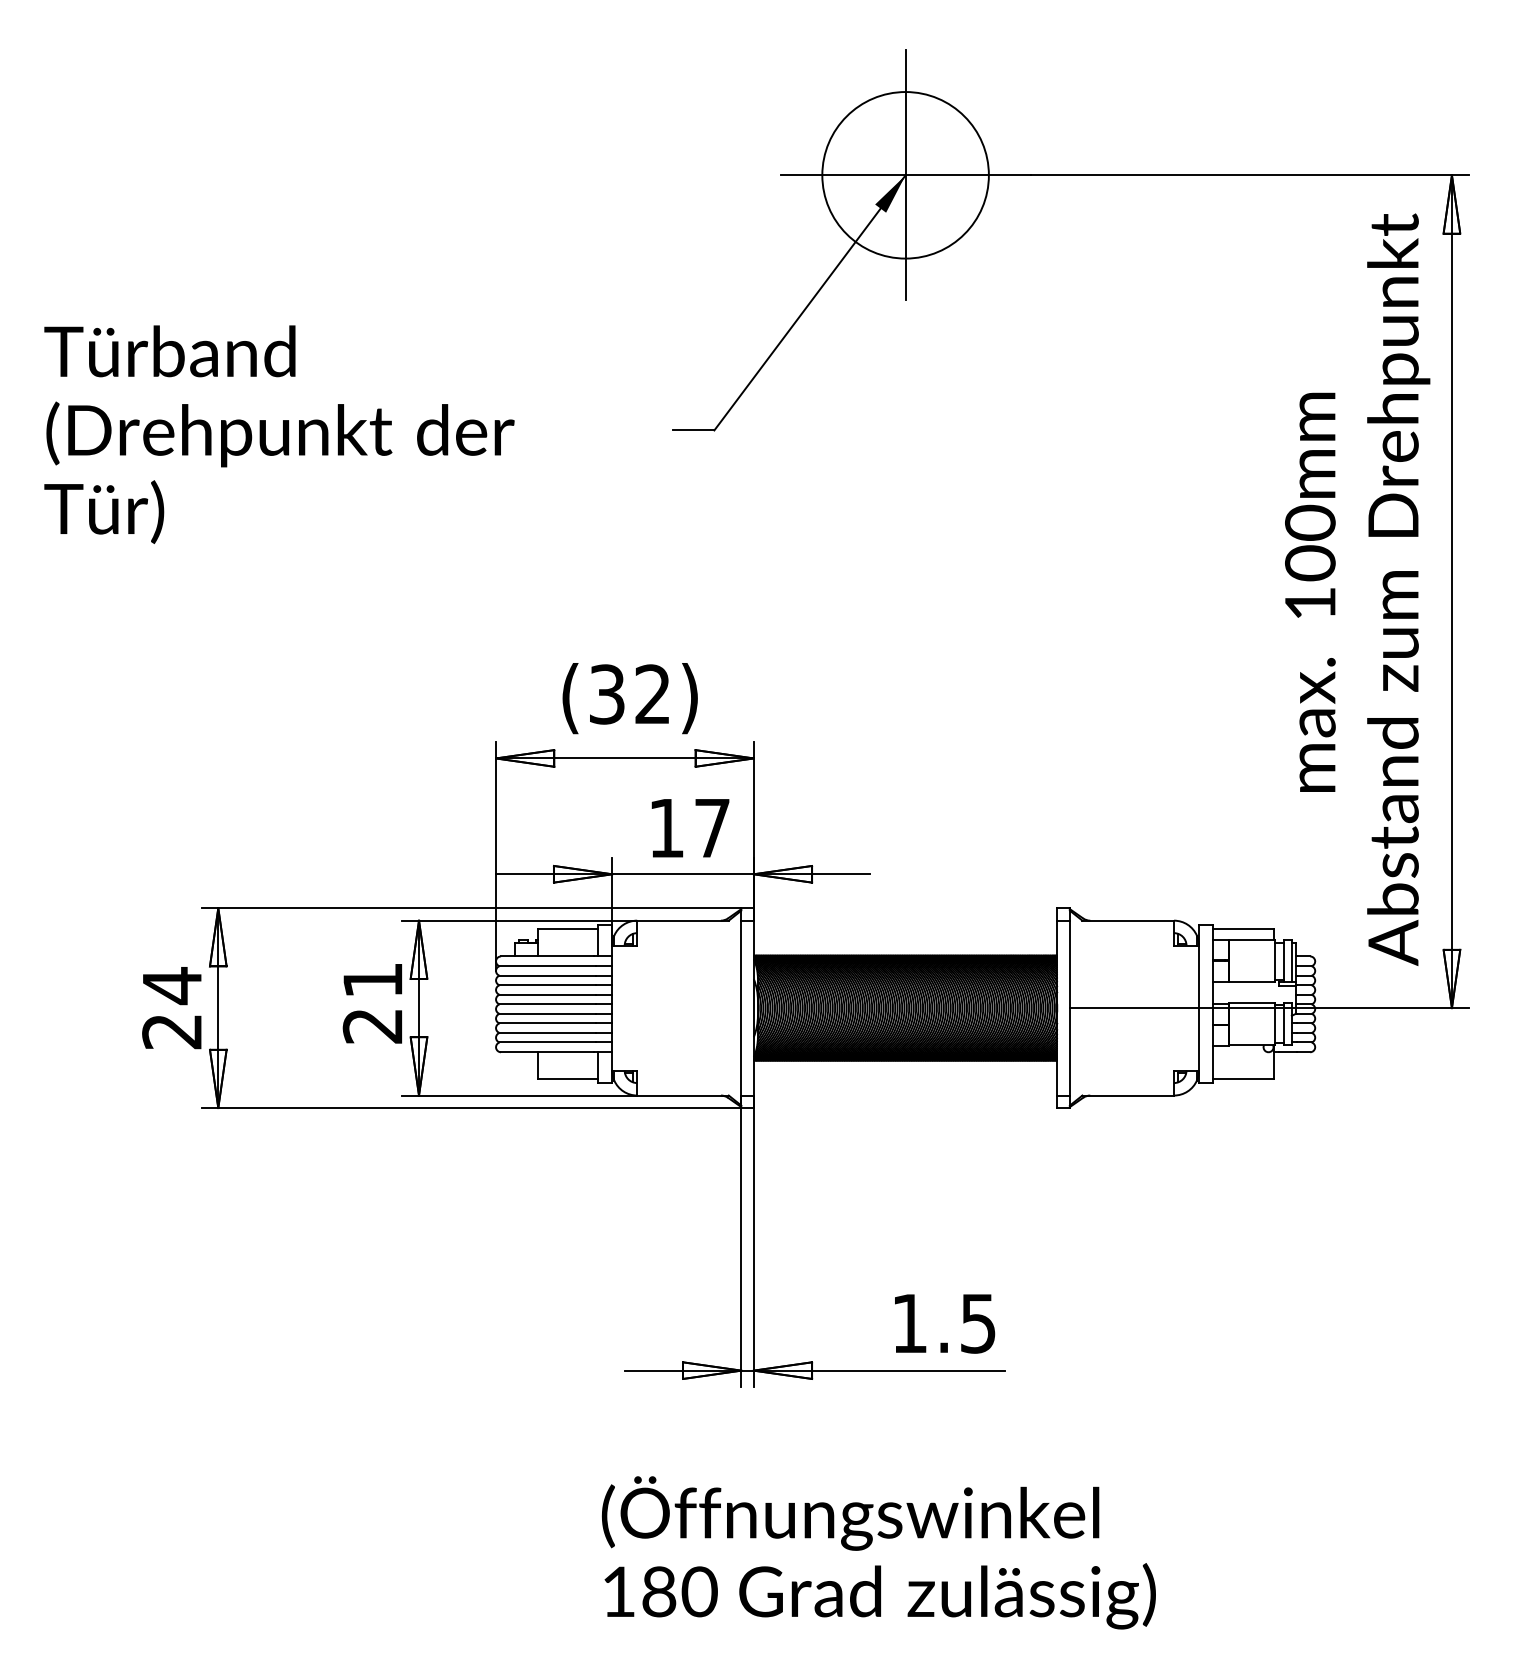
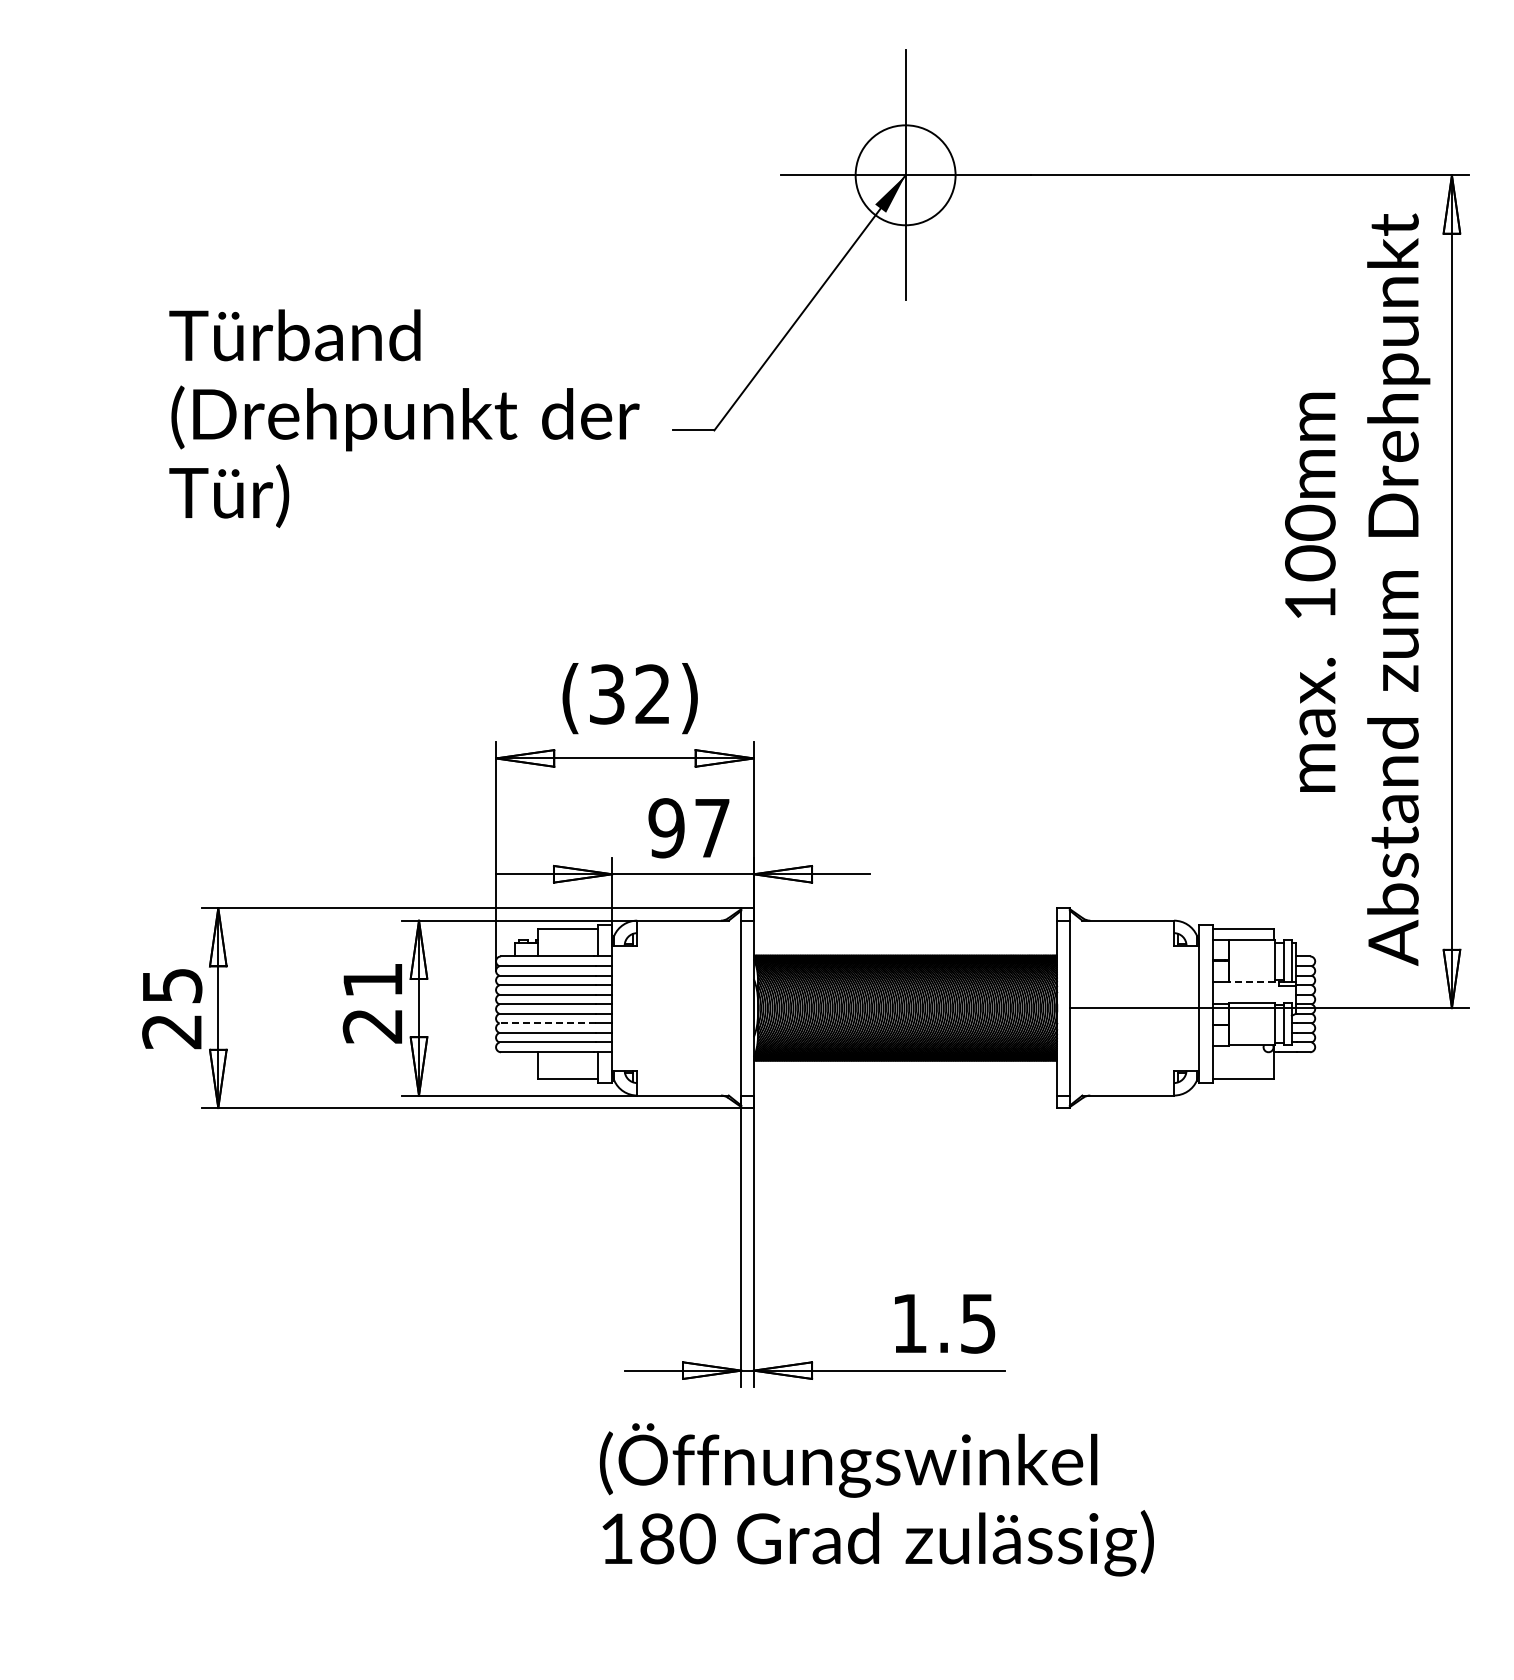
circle at (905, 175) diameter: 167 px -> 100 px
text at (279, 434) position: (279, 434) -> (404, 418)
text at (666, 828): 17 -> 97
line at (1252, 982): solid -> dashed
text at (172, 986): 24 -> 25
line at (547, 1023): solid -> dashed
text at (878, 1552) position: (878, 1552) -> (876, 1499)
